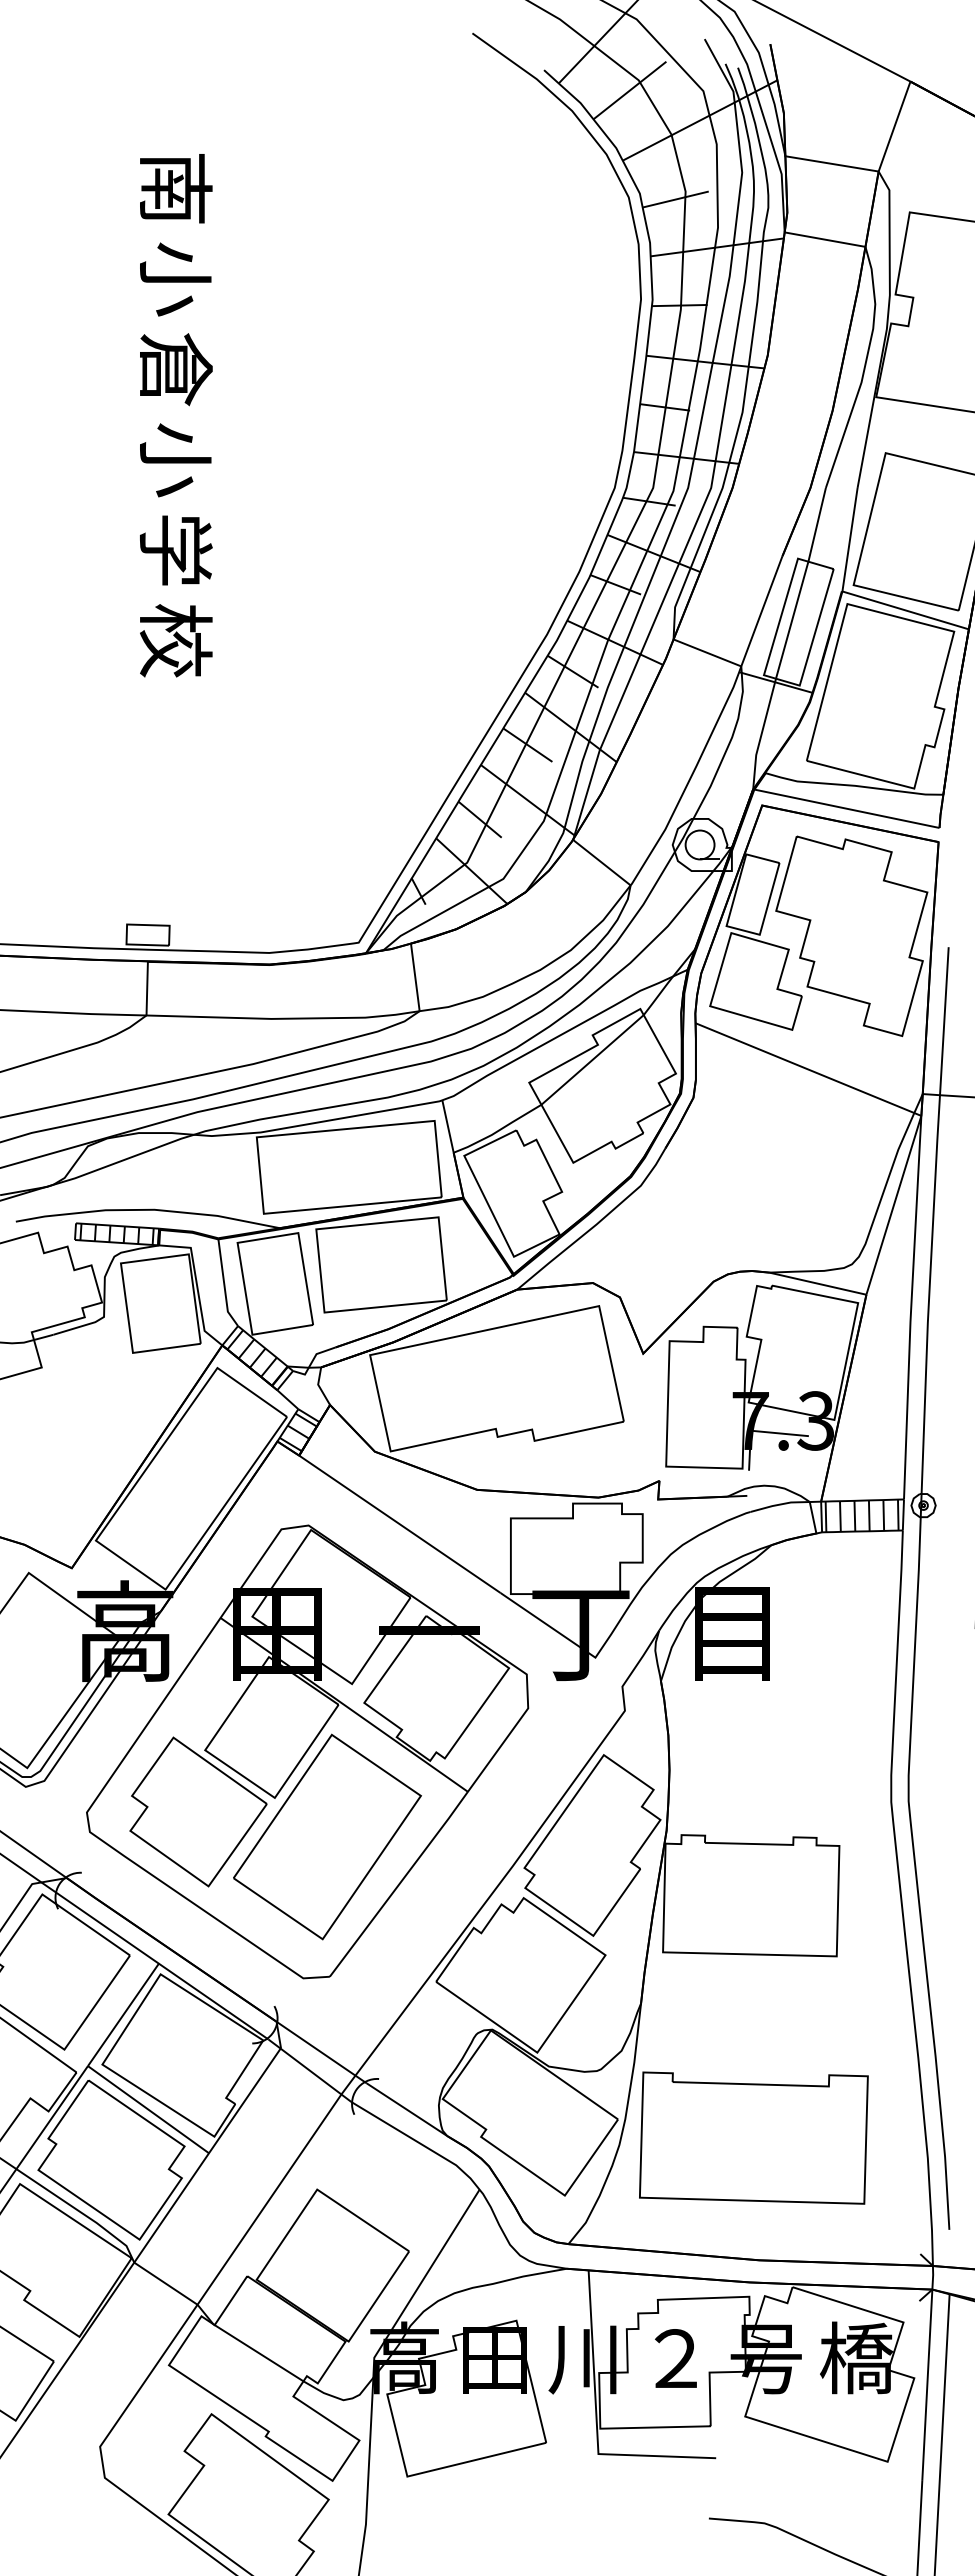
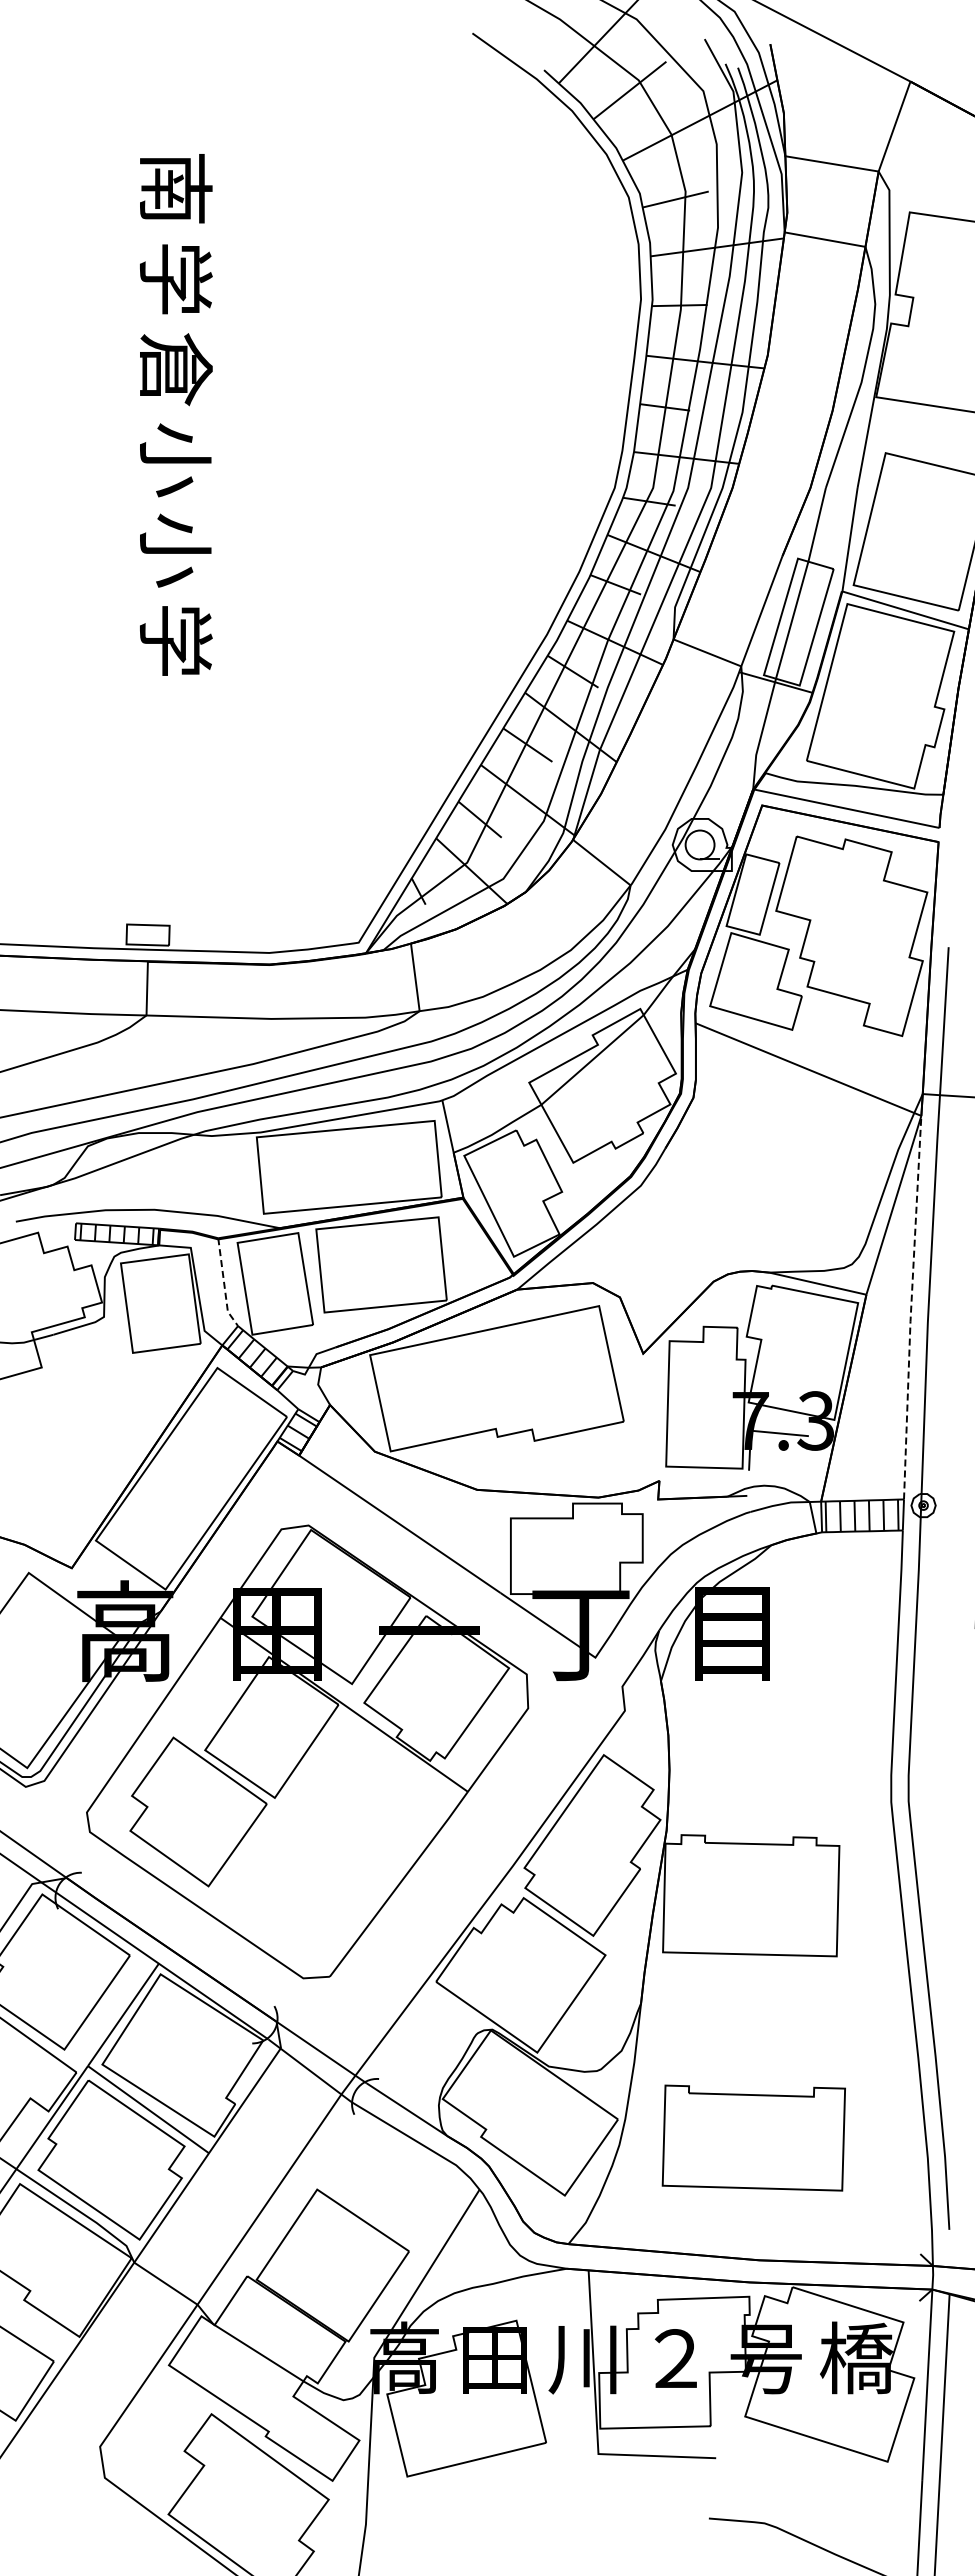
text at (176, 279): 小 -> 学
text at (176, 550): 学 -> 小
text at (176, 640): 校 -> 学
line at (224, 1284): solid -> dashed
line at (911, 1306): solid -> dashed
part at (327, 1836): present -> none
part at (753, 2137) size: 230x134 px -> 185x108 px
